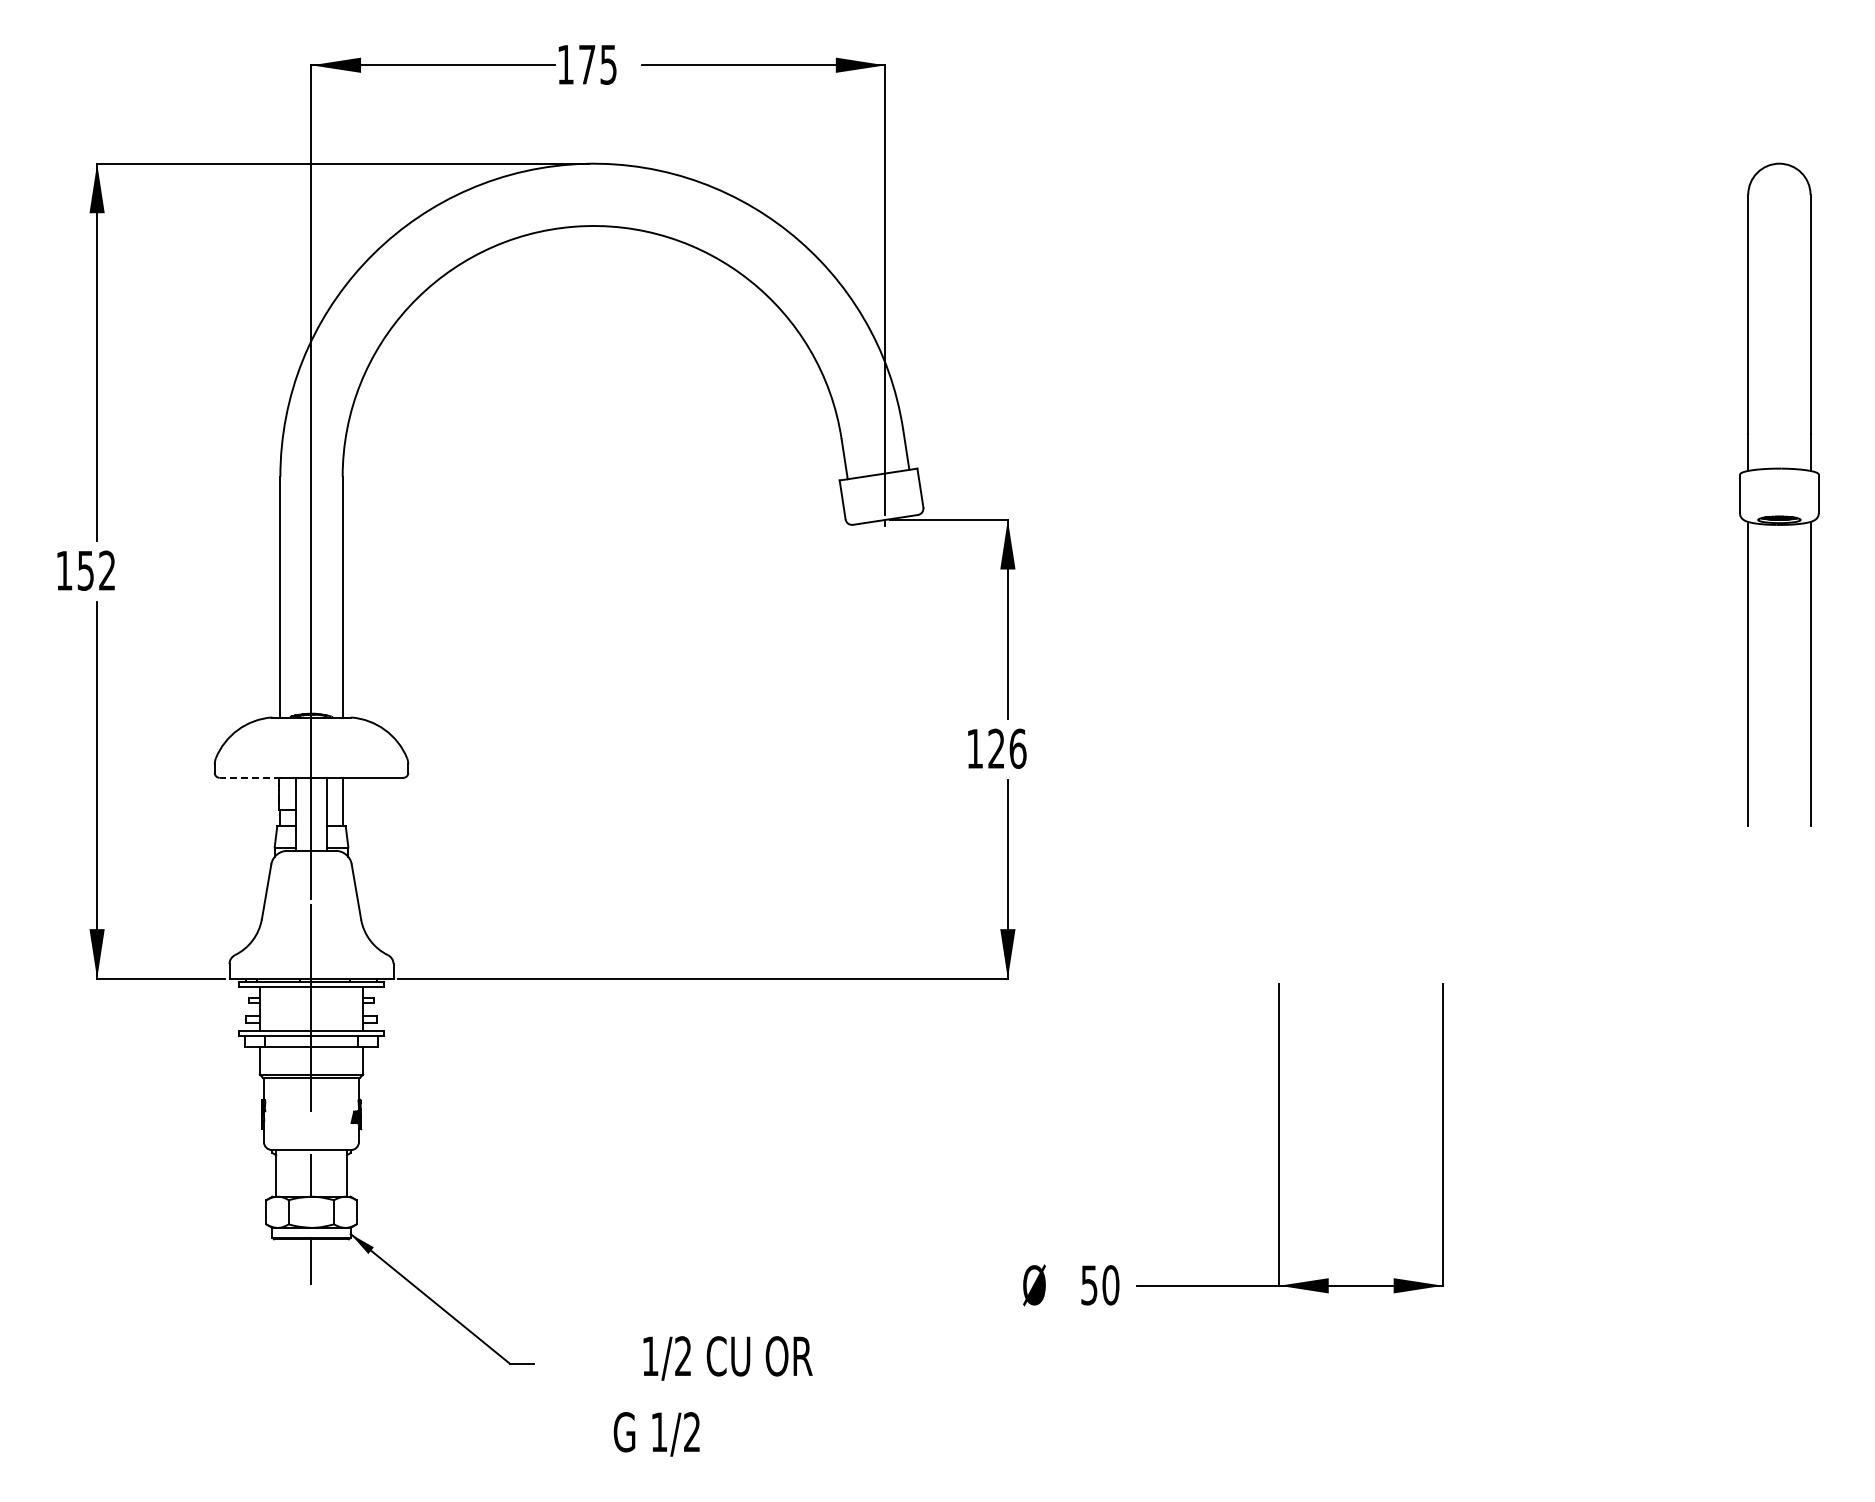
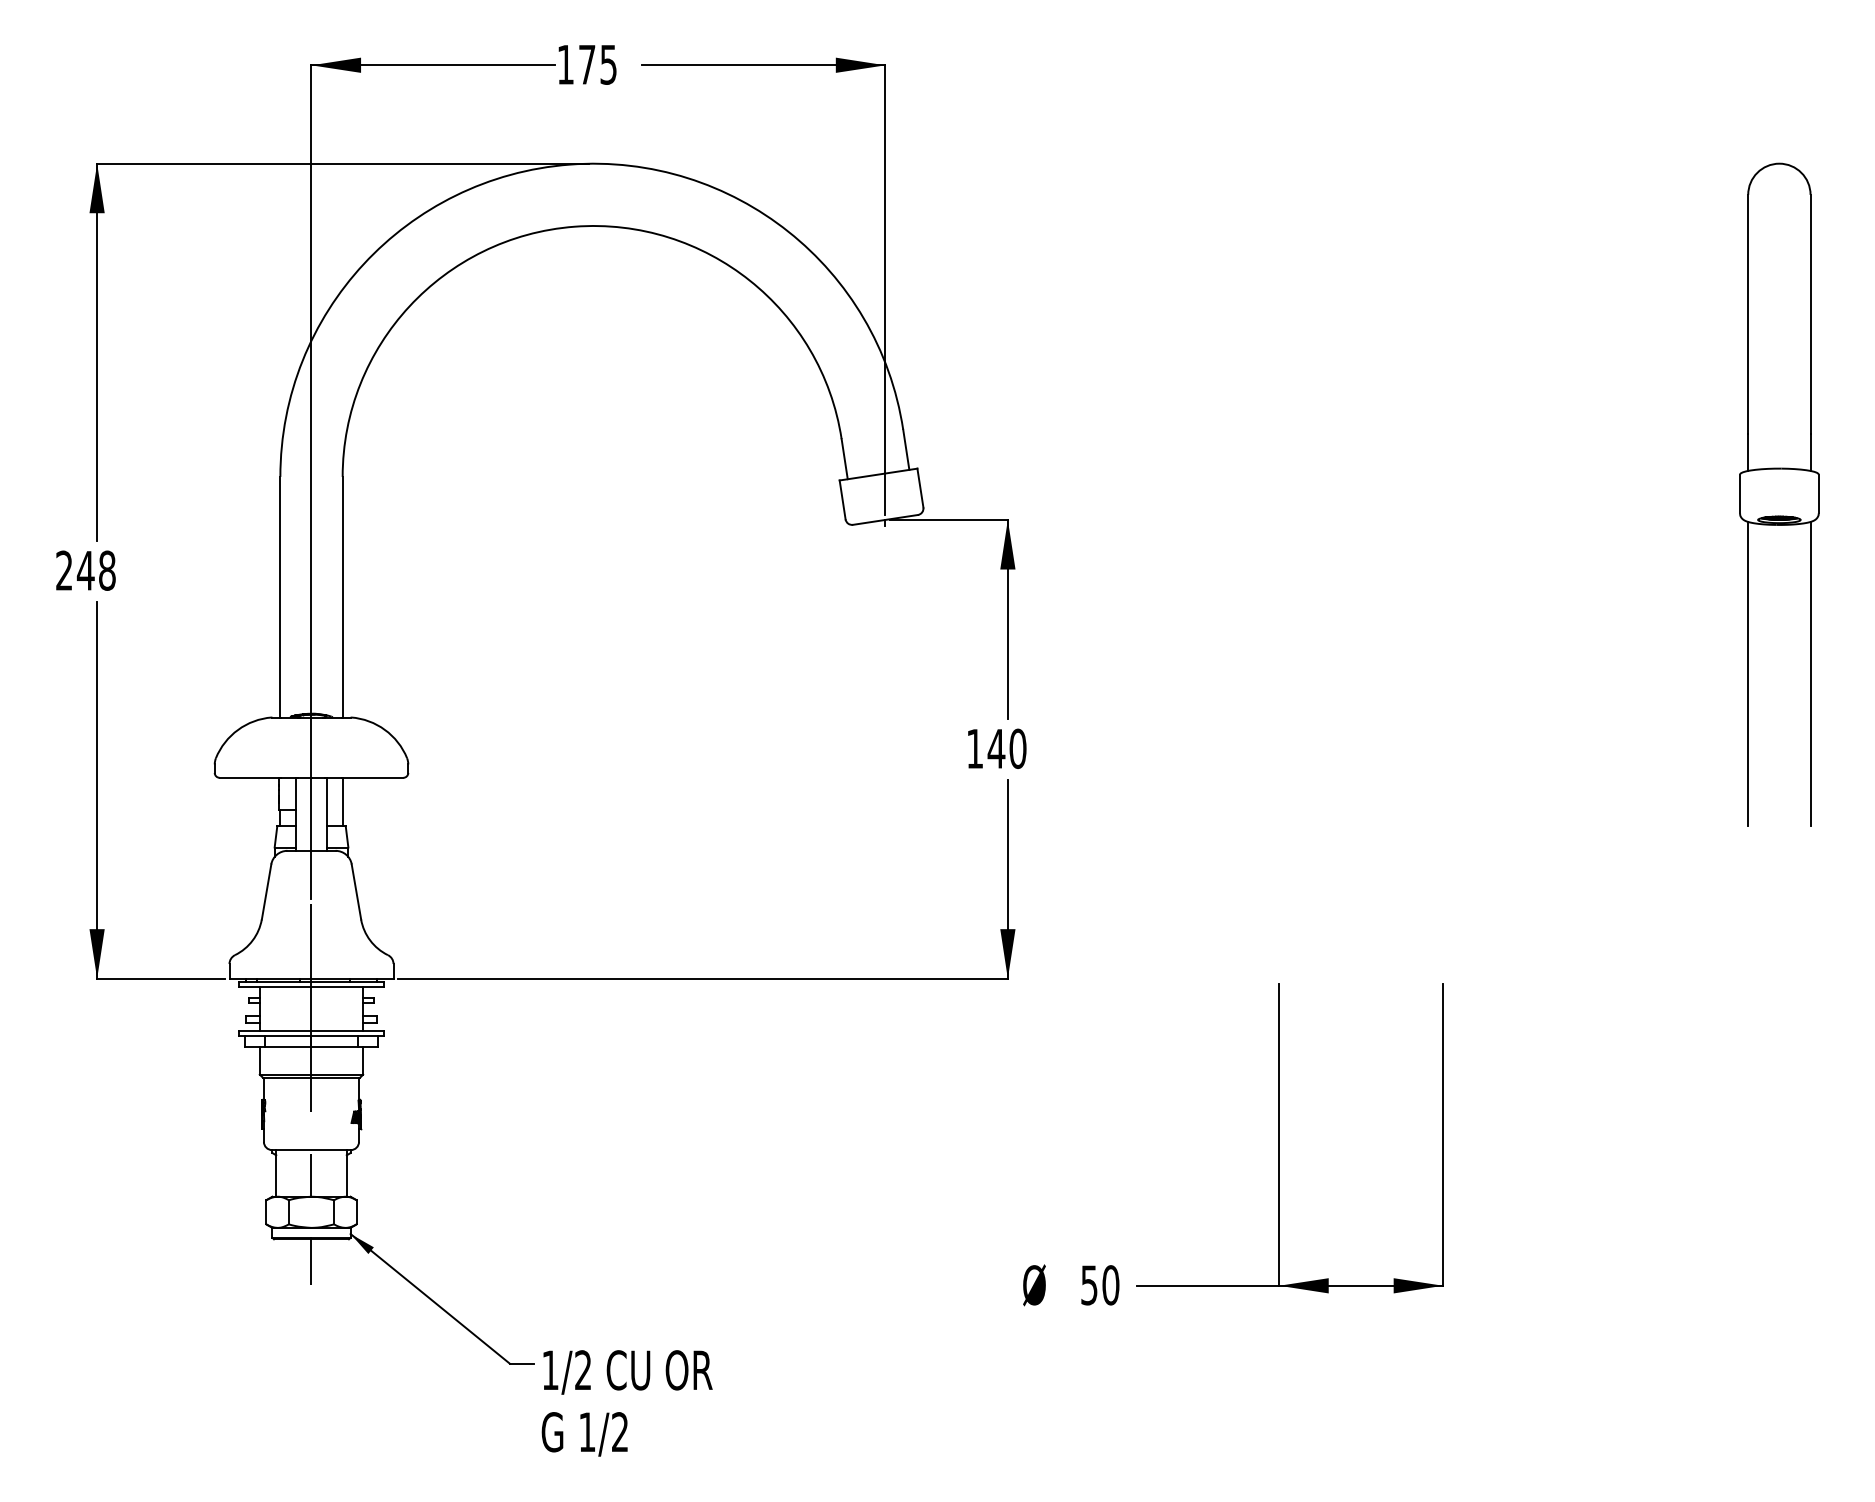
text at (85, 570): 152 -> 248
text at (1006, 748): 126 -> 140
line at (250, 777): dashed -> solid
text at (727, 1358) position: (727, 1358) -> (627, 1372)
text at (656, 1434) position: (656, 1434) -> (584, 1434)
